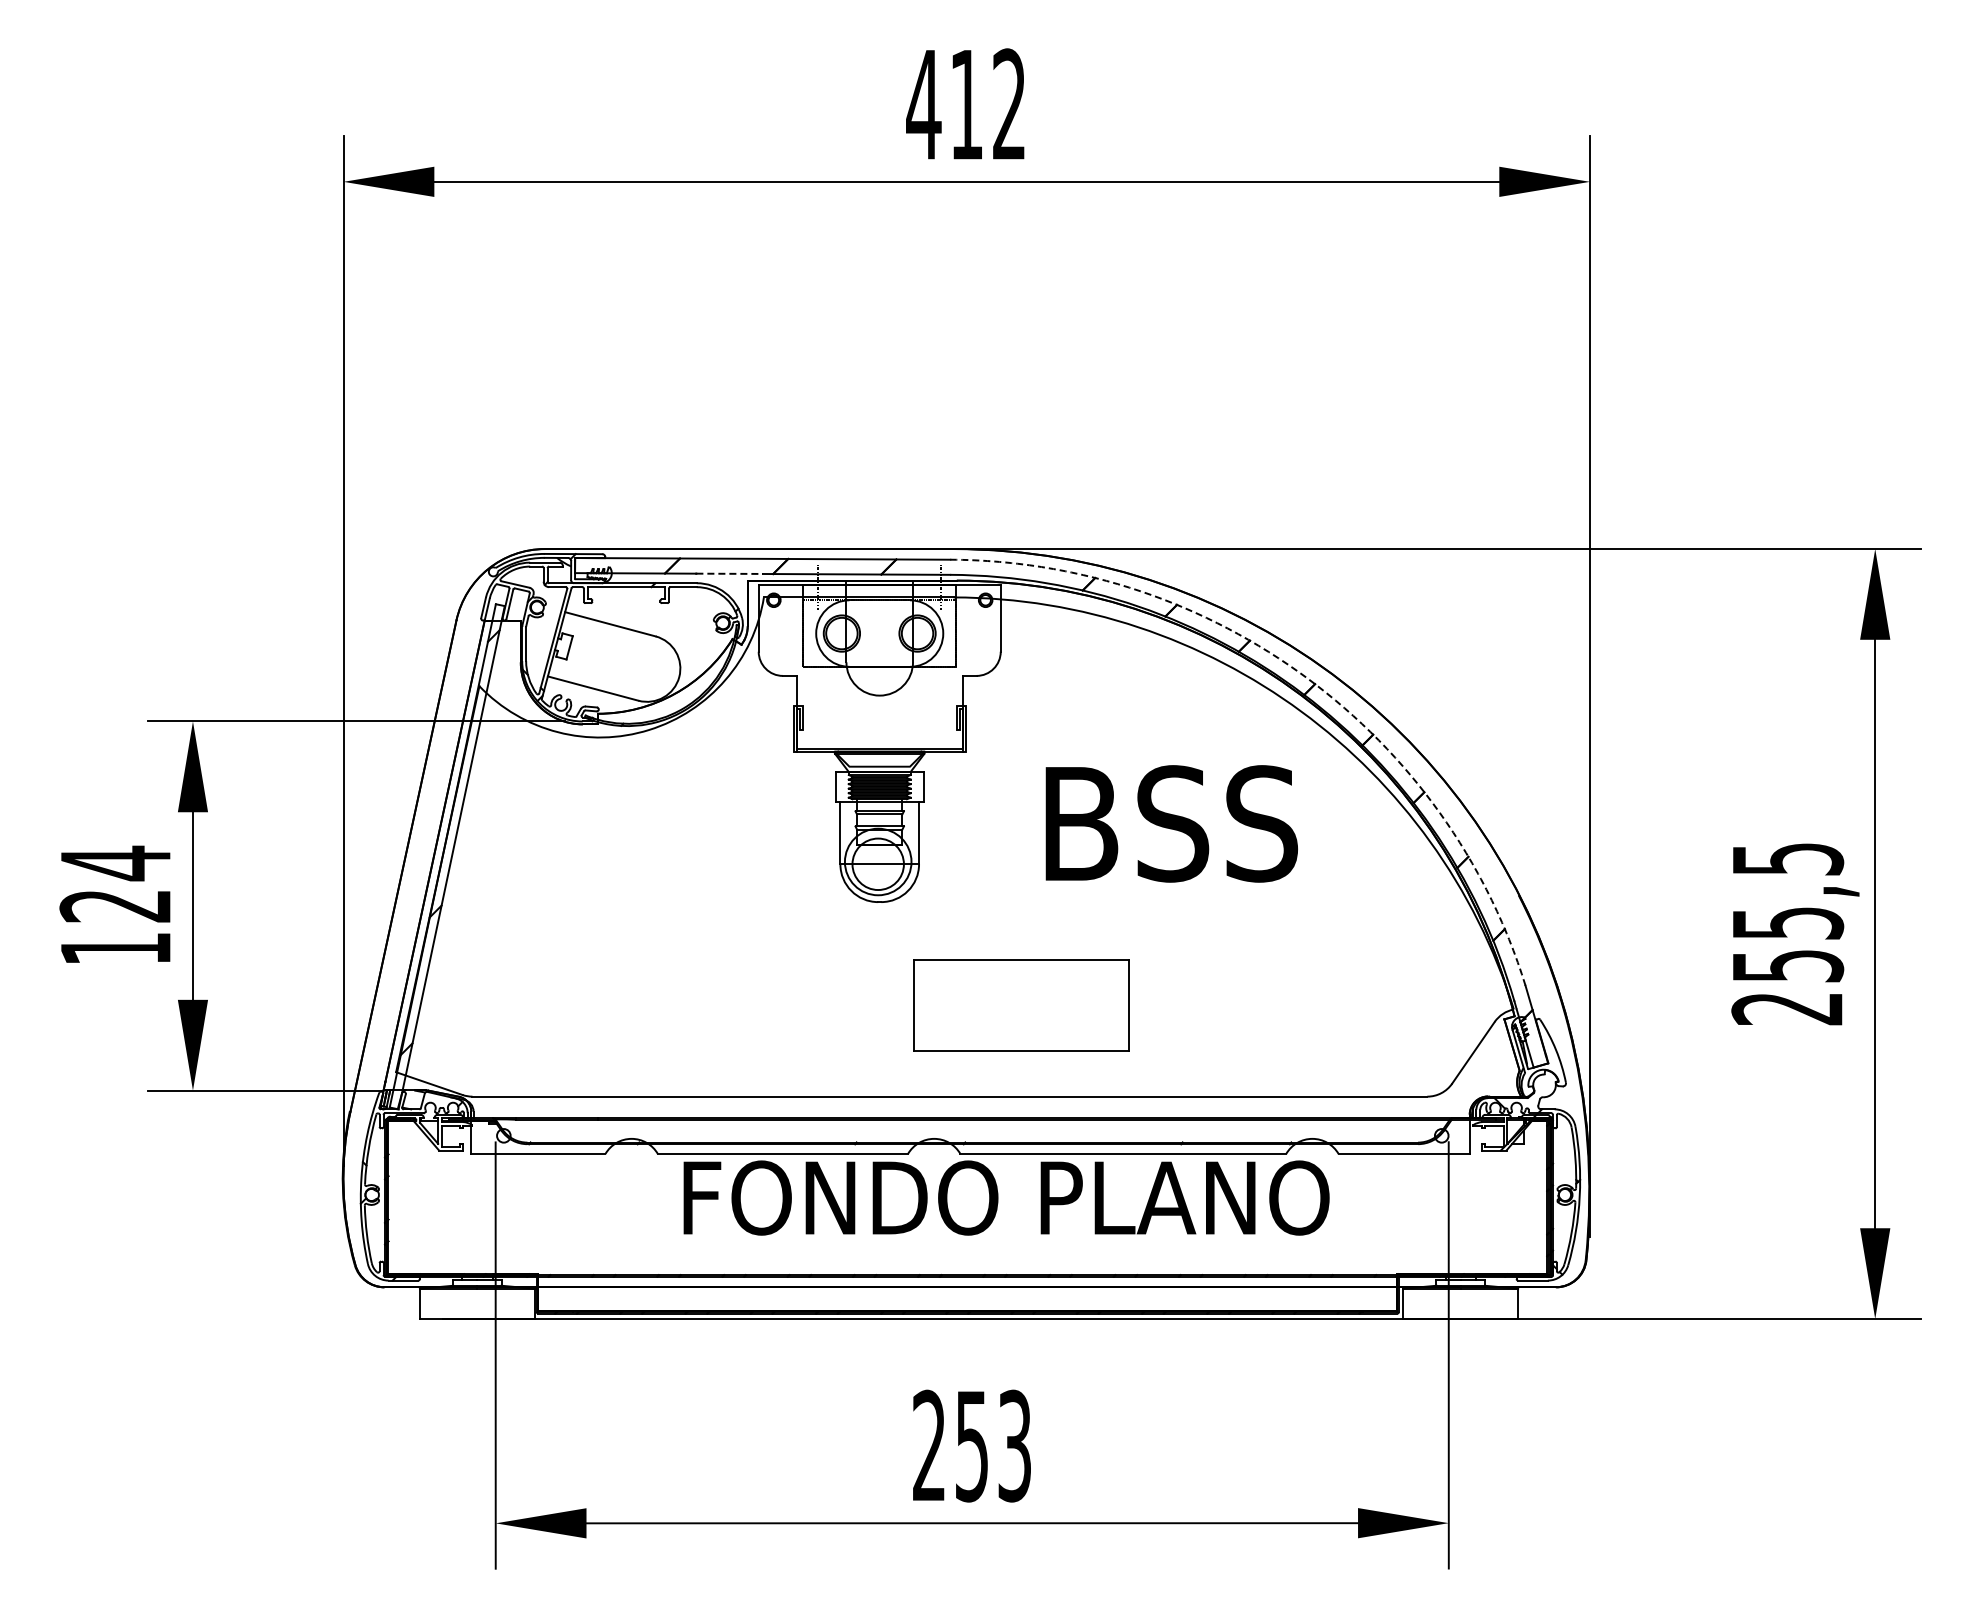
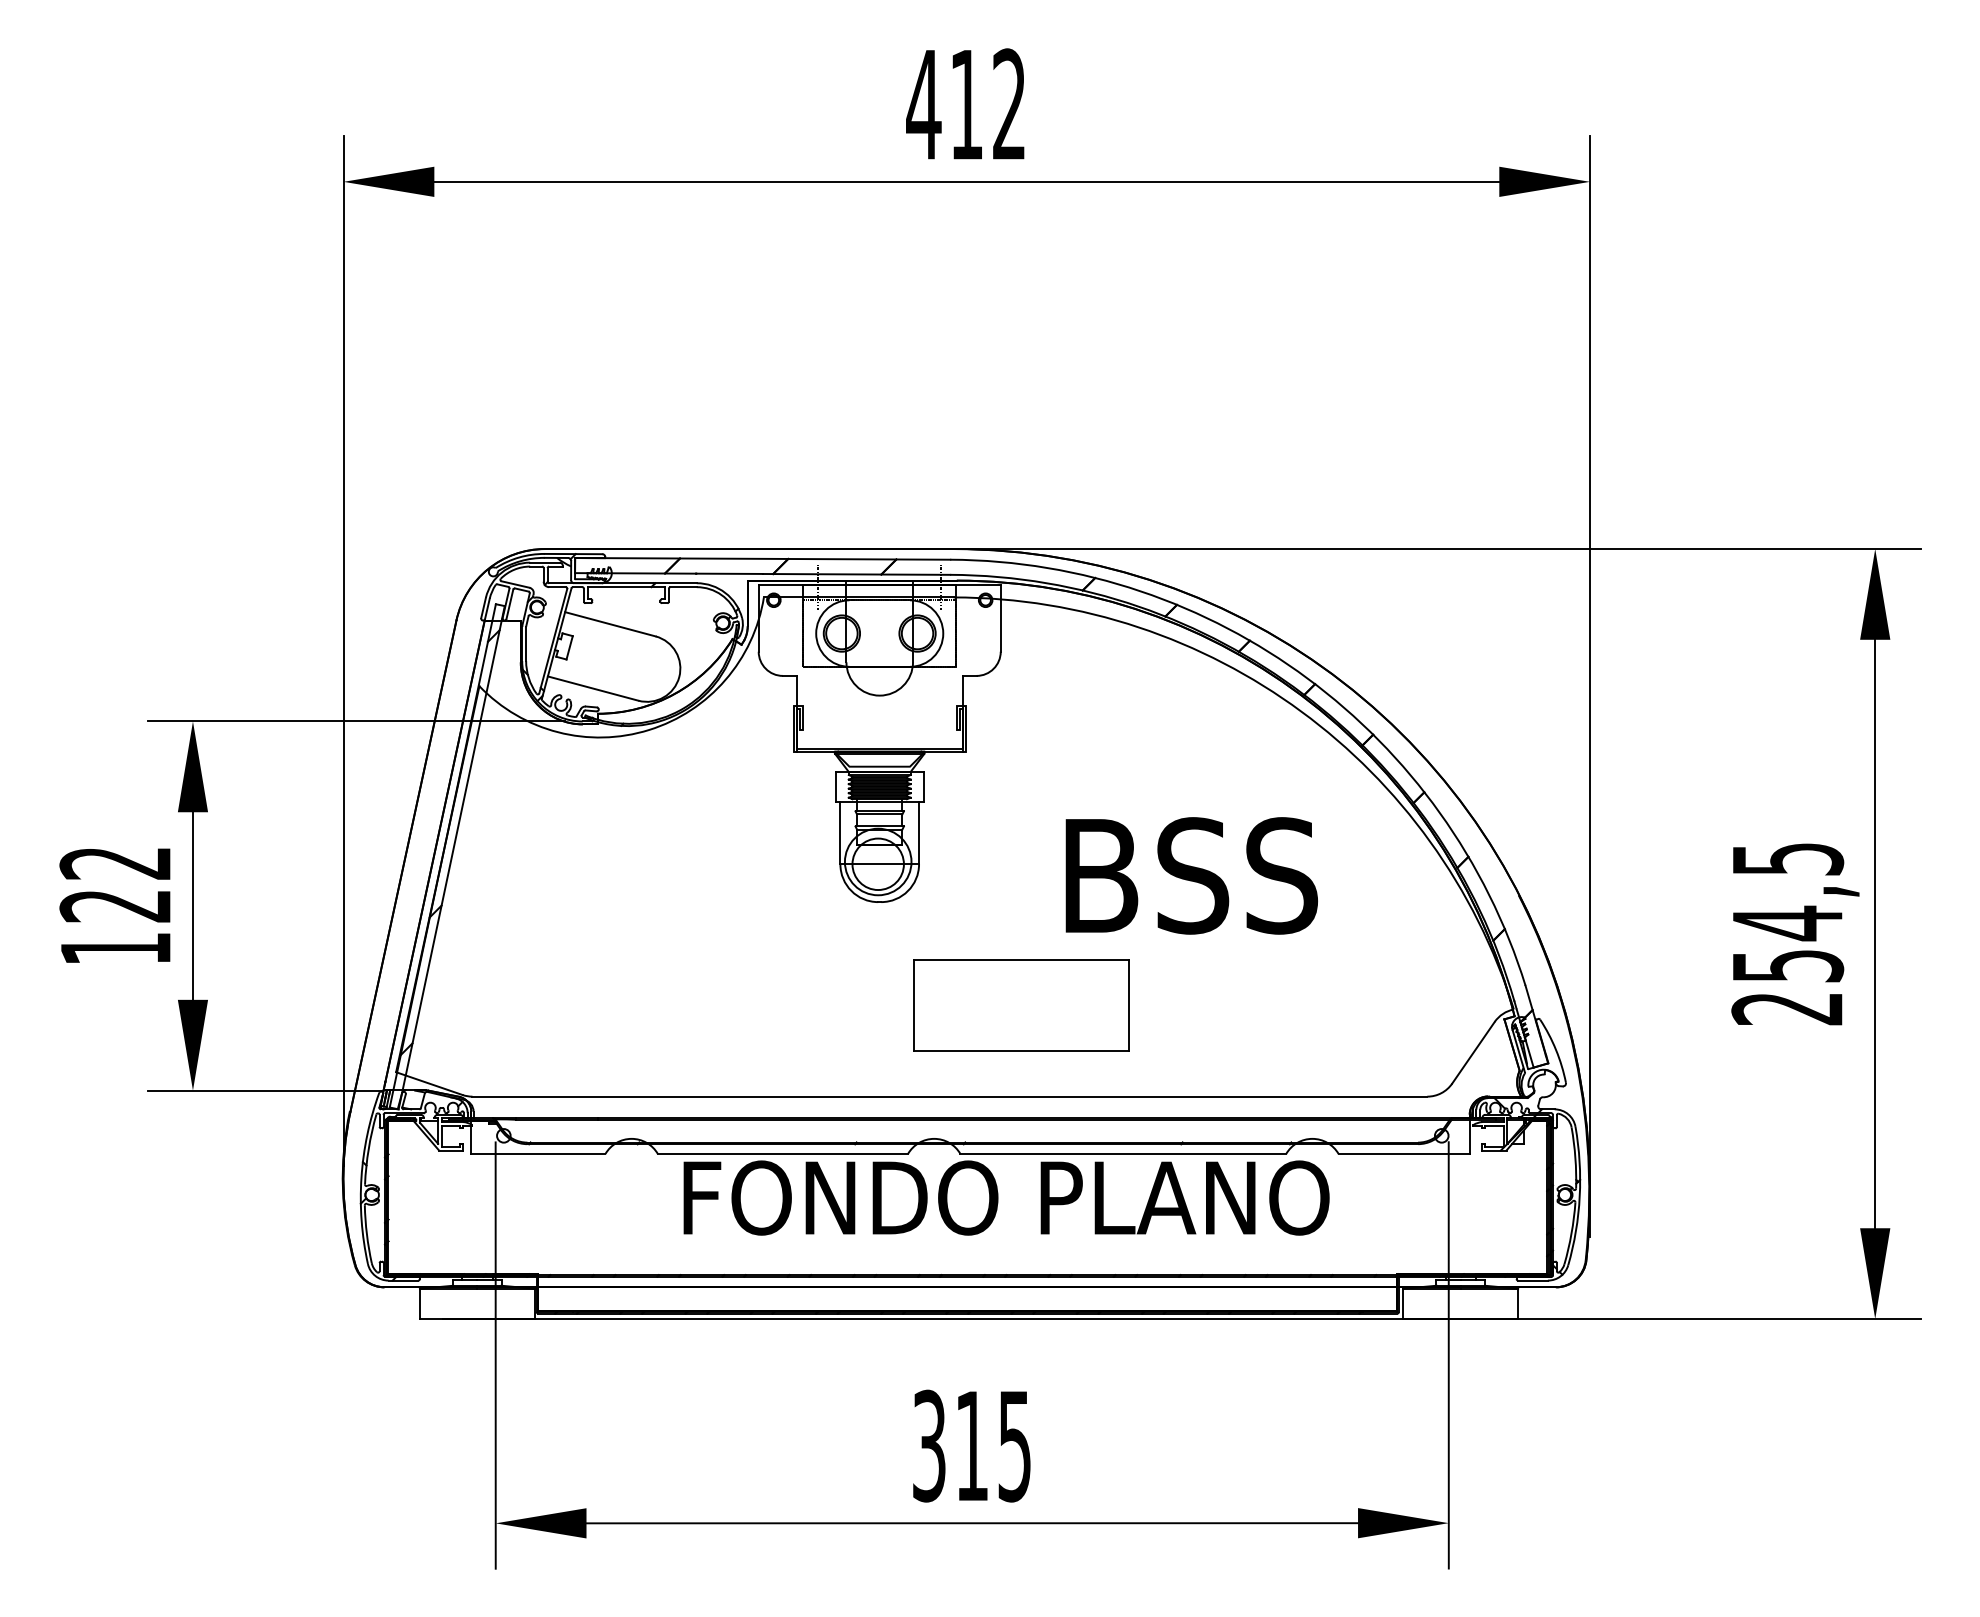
line at (730, 573): dashed -> solid
arc at (1307, 678): dashed -> solid
text at (1171, 823) position: (1171, 823) -> (1191, 875)
text at (114, 863): 124 -> 122
text at (1788, 923): 255,5 -> 254,5
text at (971, 1445): 253 -> 315
